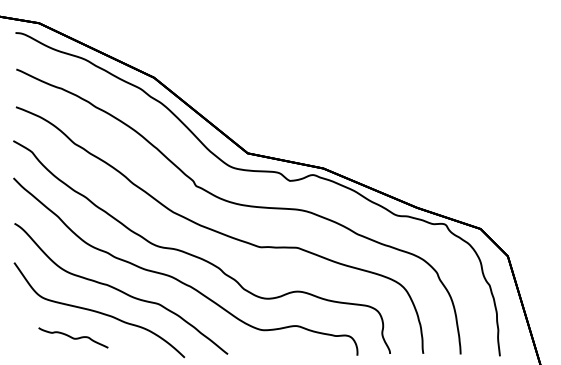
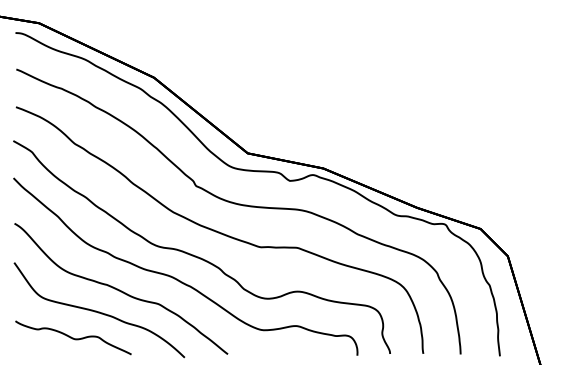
part at (73, 337) size: 71x22 px -> 117x36 px
